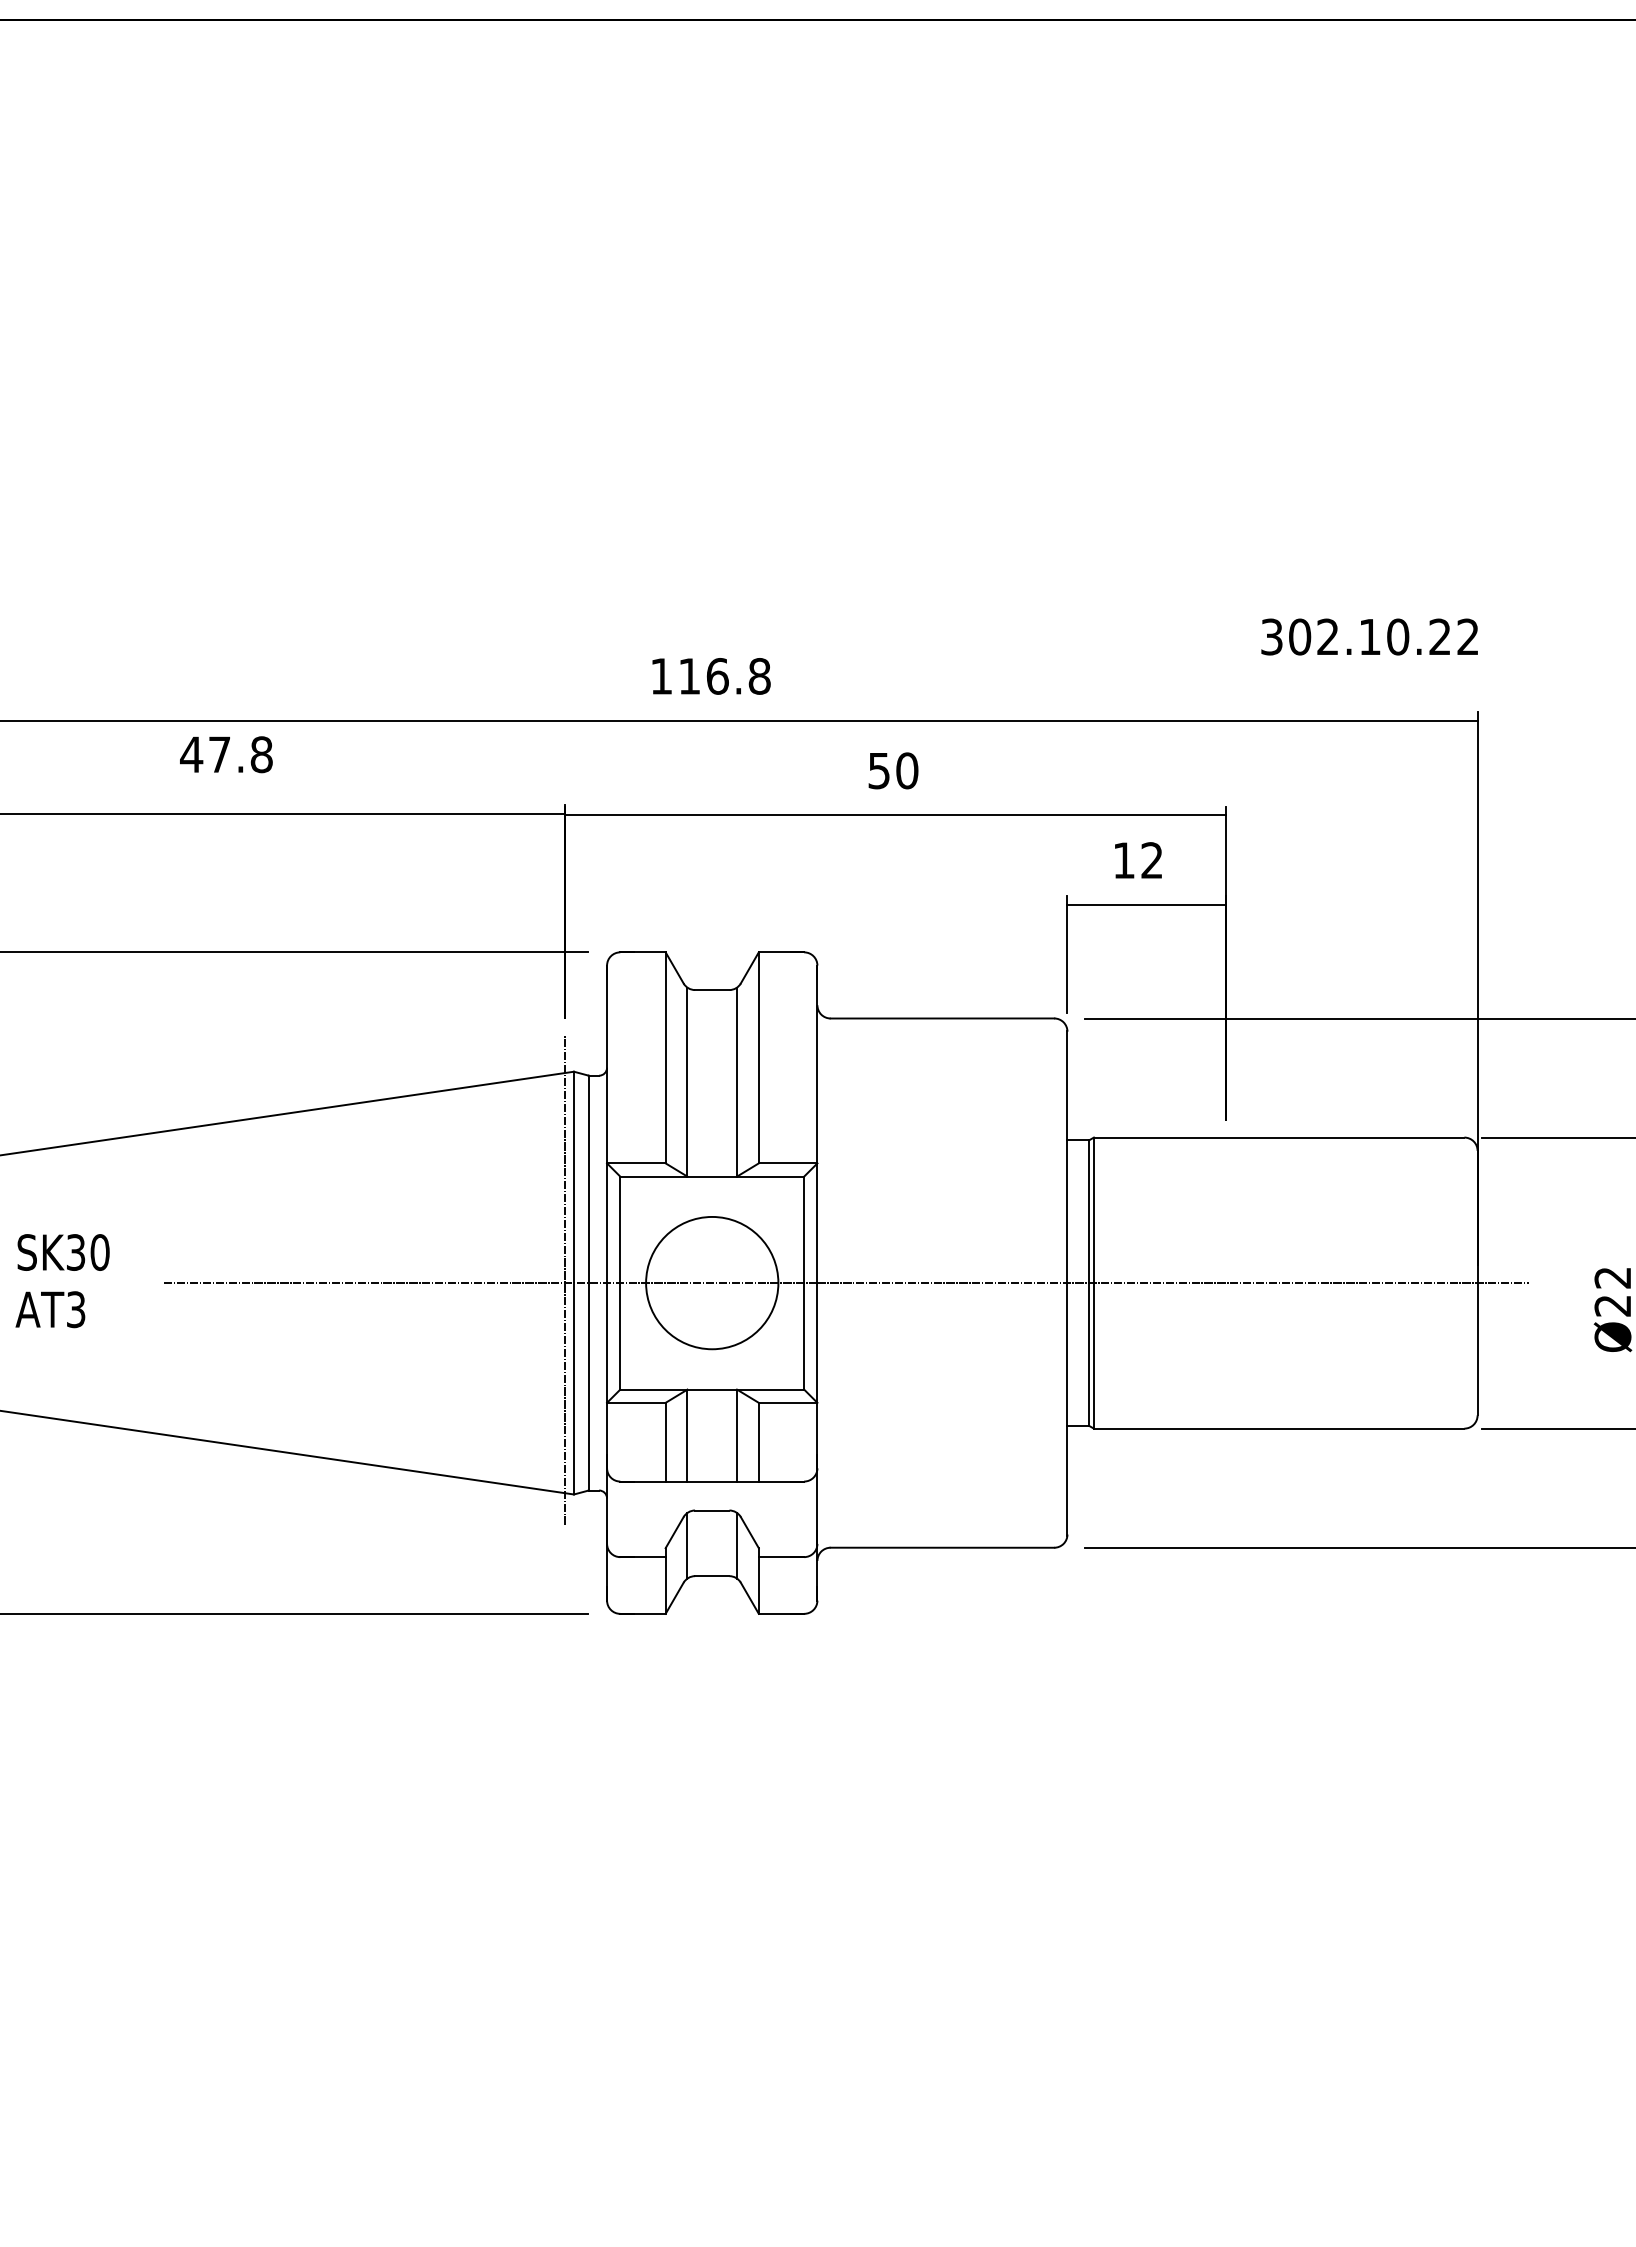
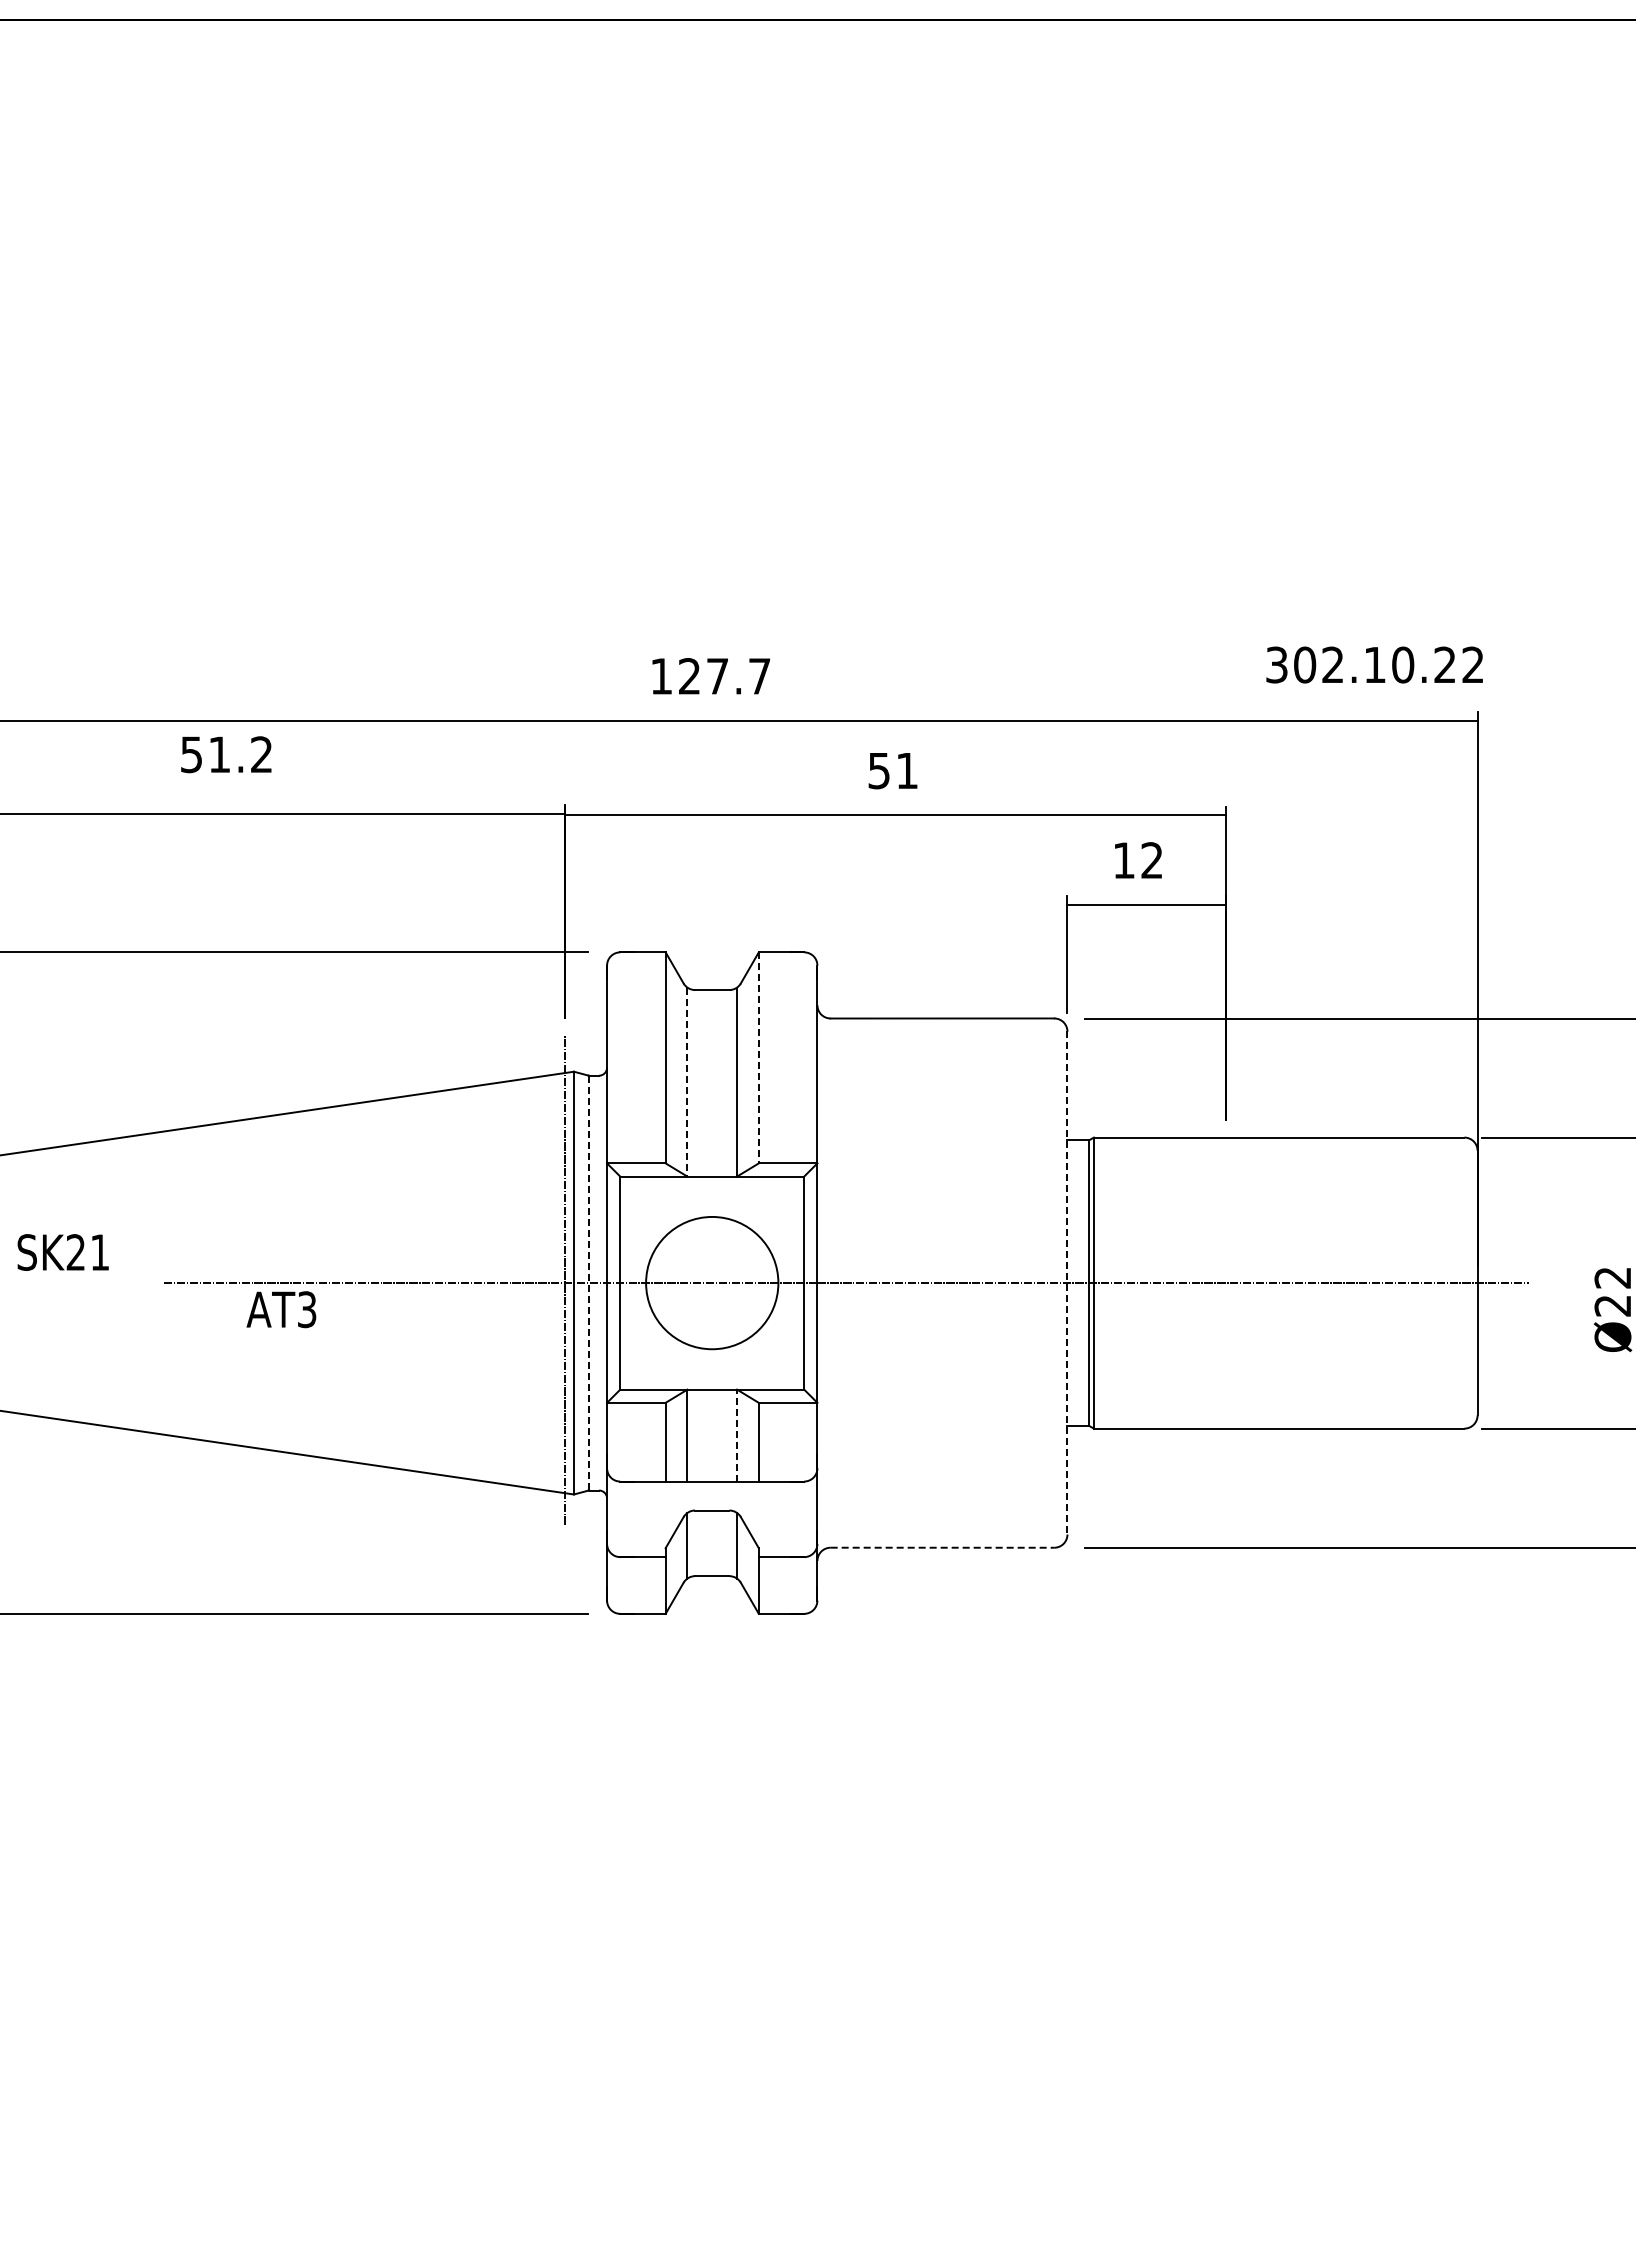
text at (1369, 636) position: (1369, 636) -> (1374, 664)
text at (724, 676): 116.8 -> 127.7
text at (226, 754): 47.8 -> 51.2
text at (907, 770): 50 -> 51
line at (758, 1057): solid -> dashed
line at (687, 1082): solid -> dashed
text at (87, 1252): SK30 -> SK21
line at (588, 1283): solid -> dashed
line at (1067, 1283): solid -> dashed
text at (50, 1309) position: (50, 1309) -> (281, 1309)
line at (737, 1435): solid -> dashed
line at (942, 1547): solid -> dashed
